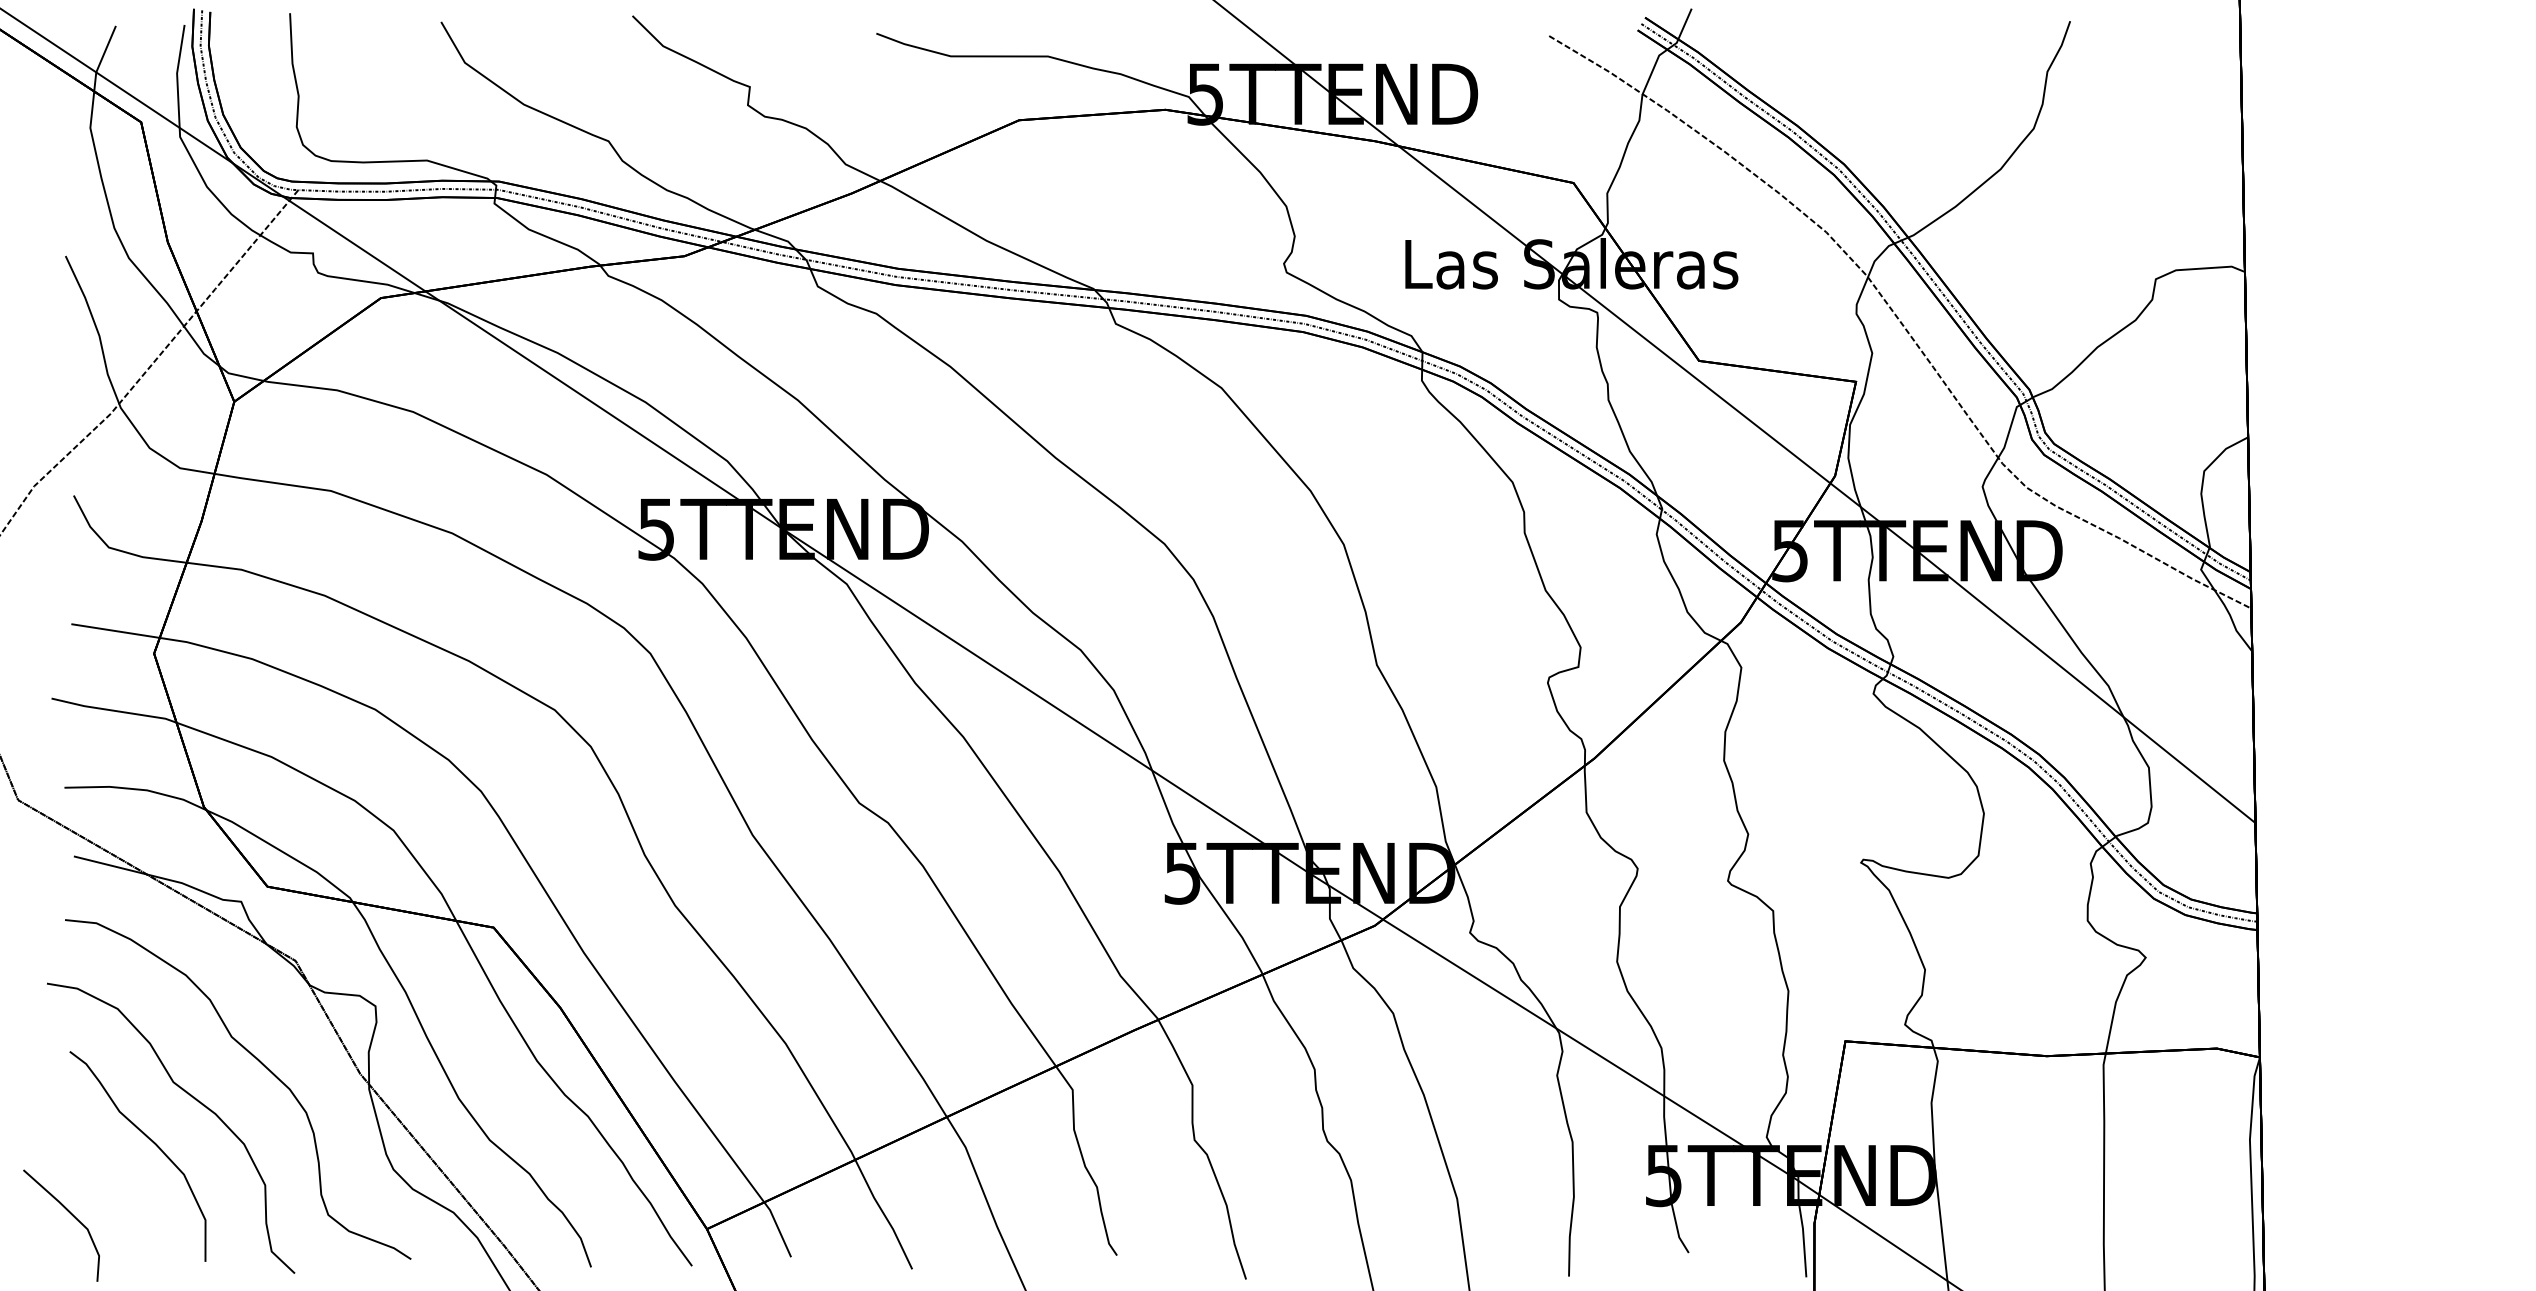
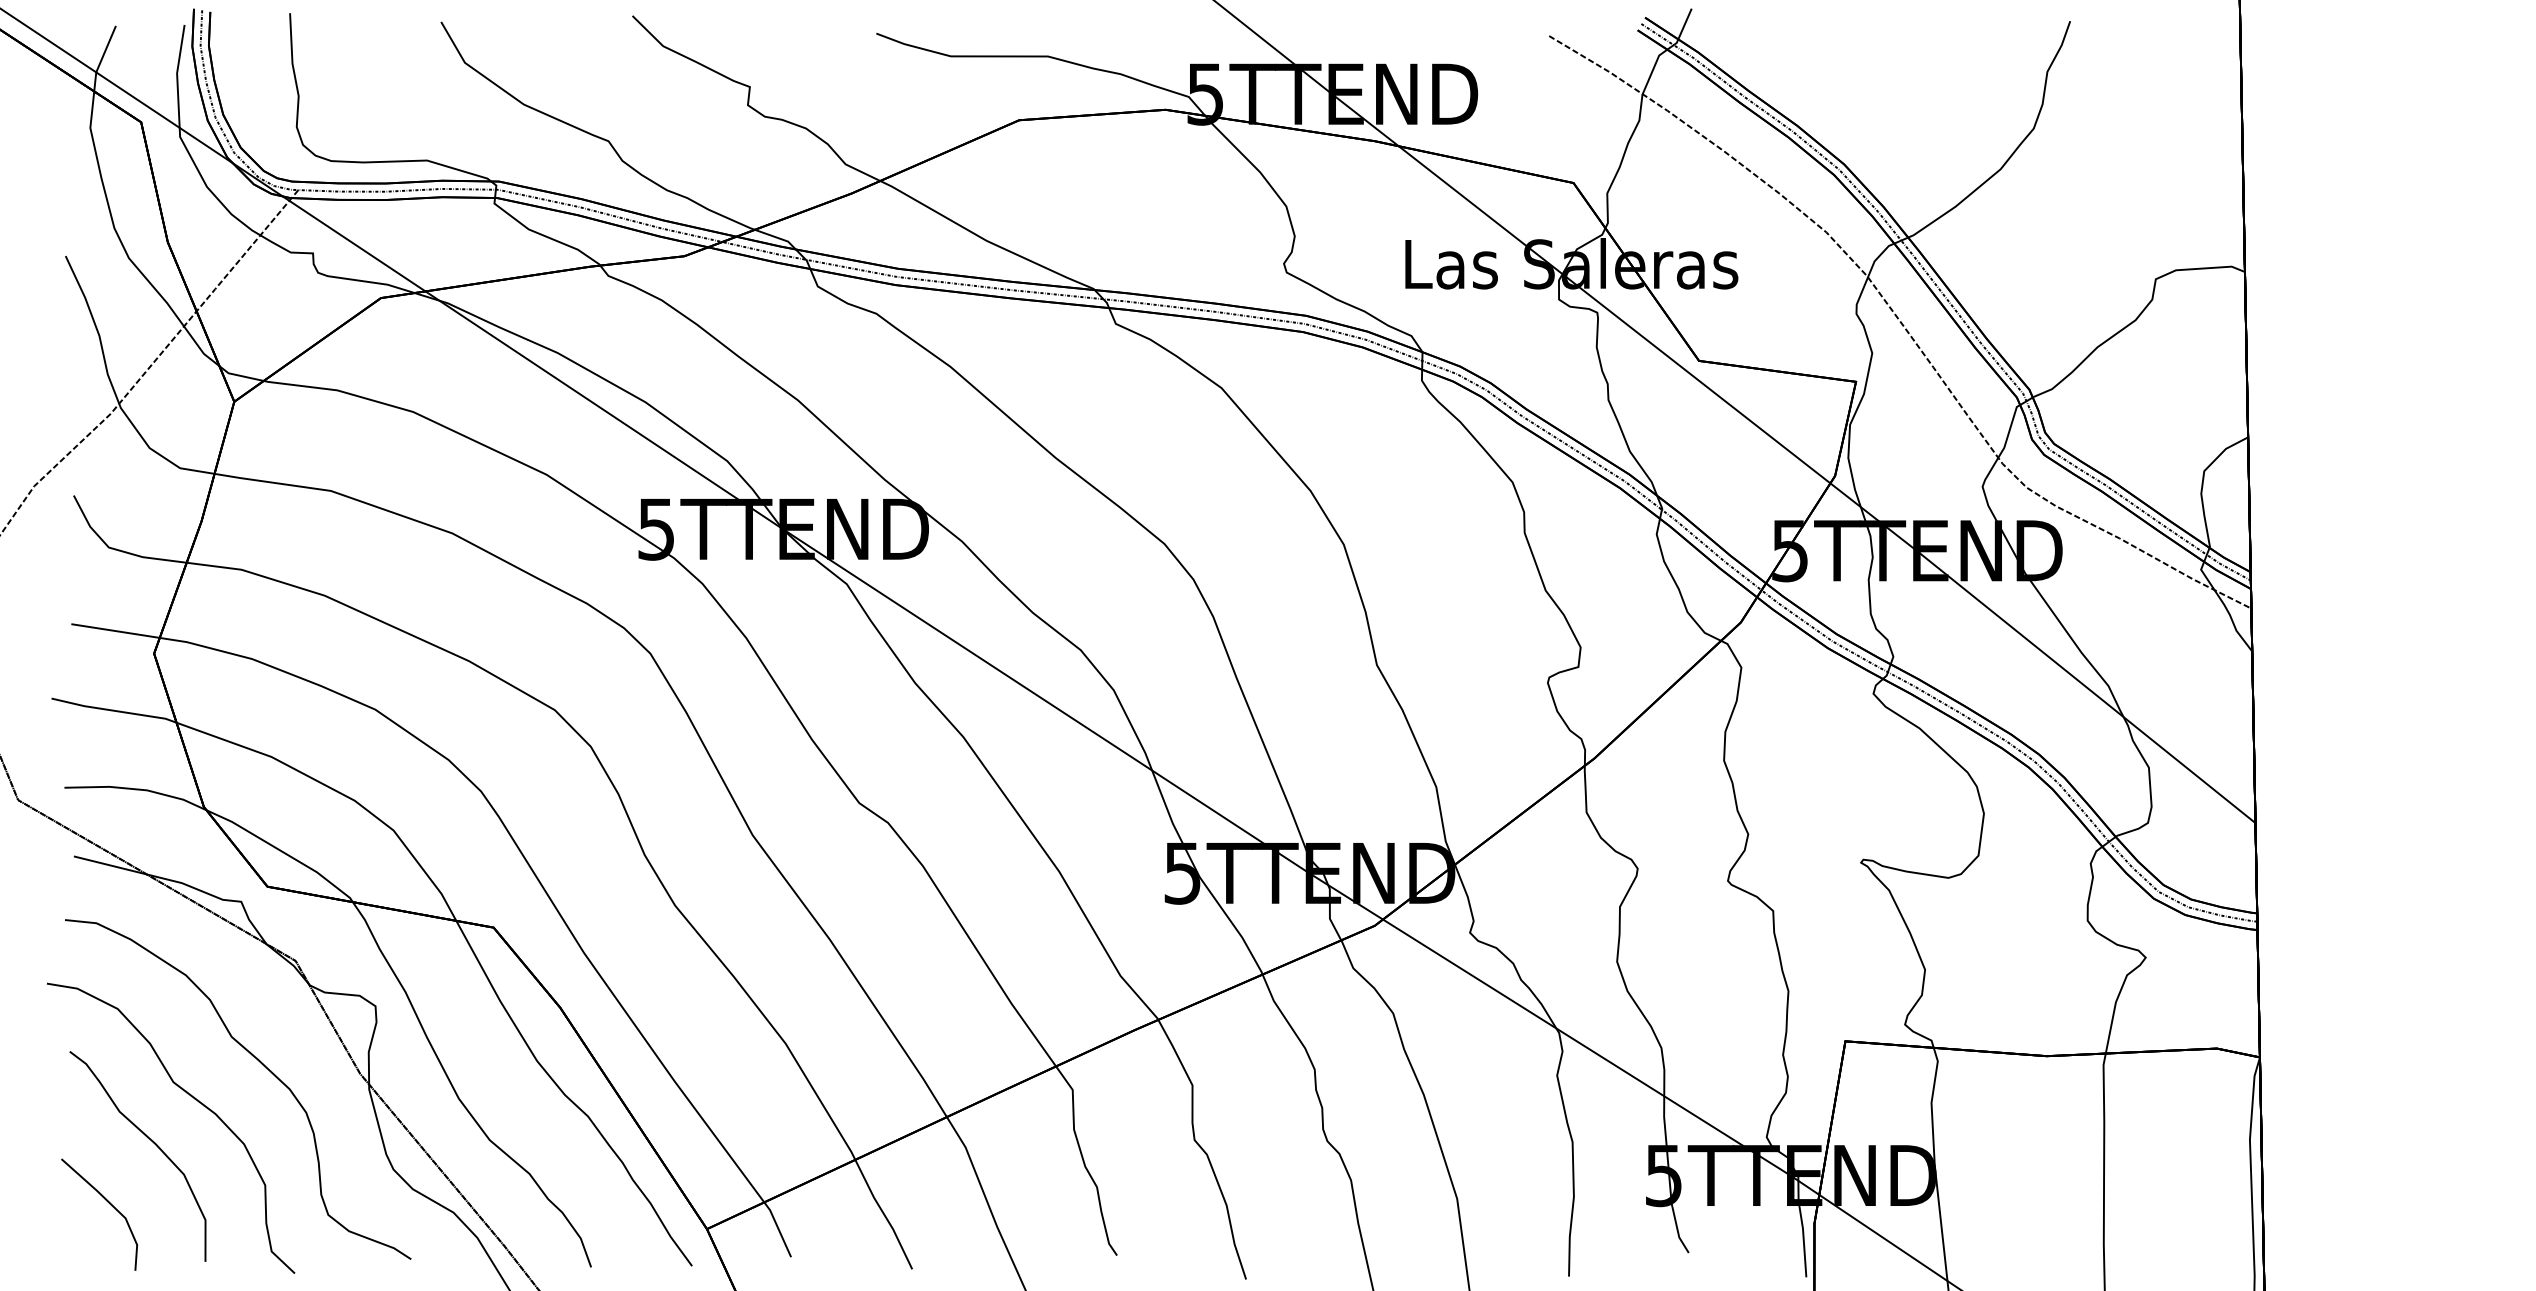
line at (71, 1215) position: (71, 1215) -> (109, 1204)
